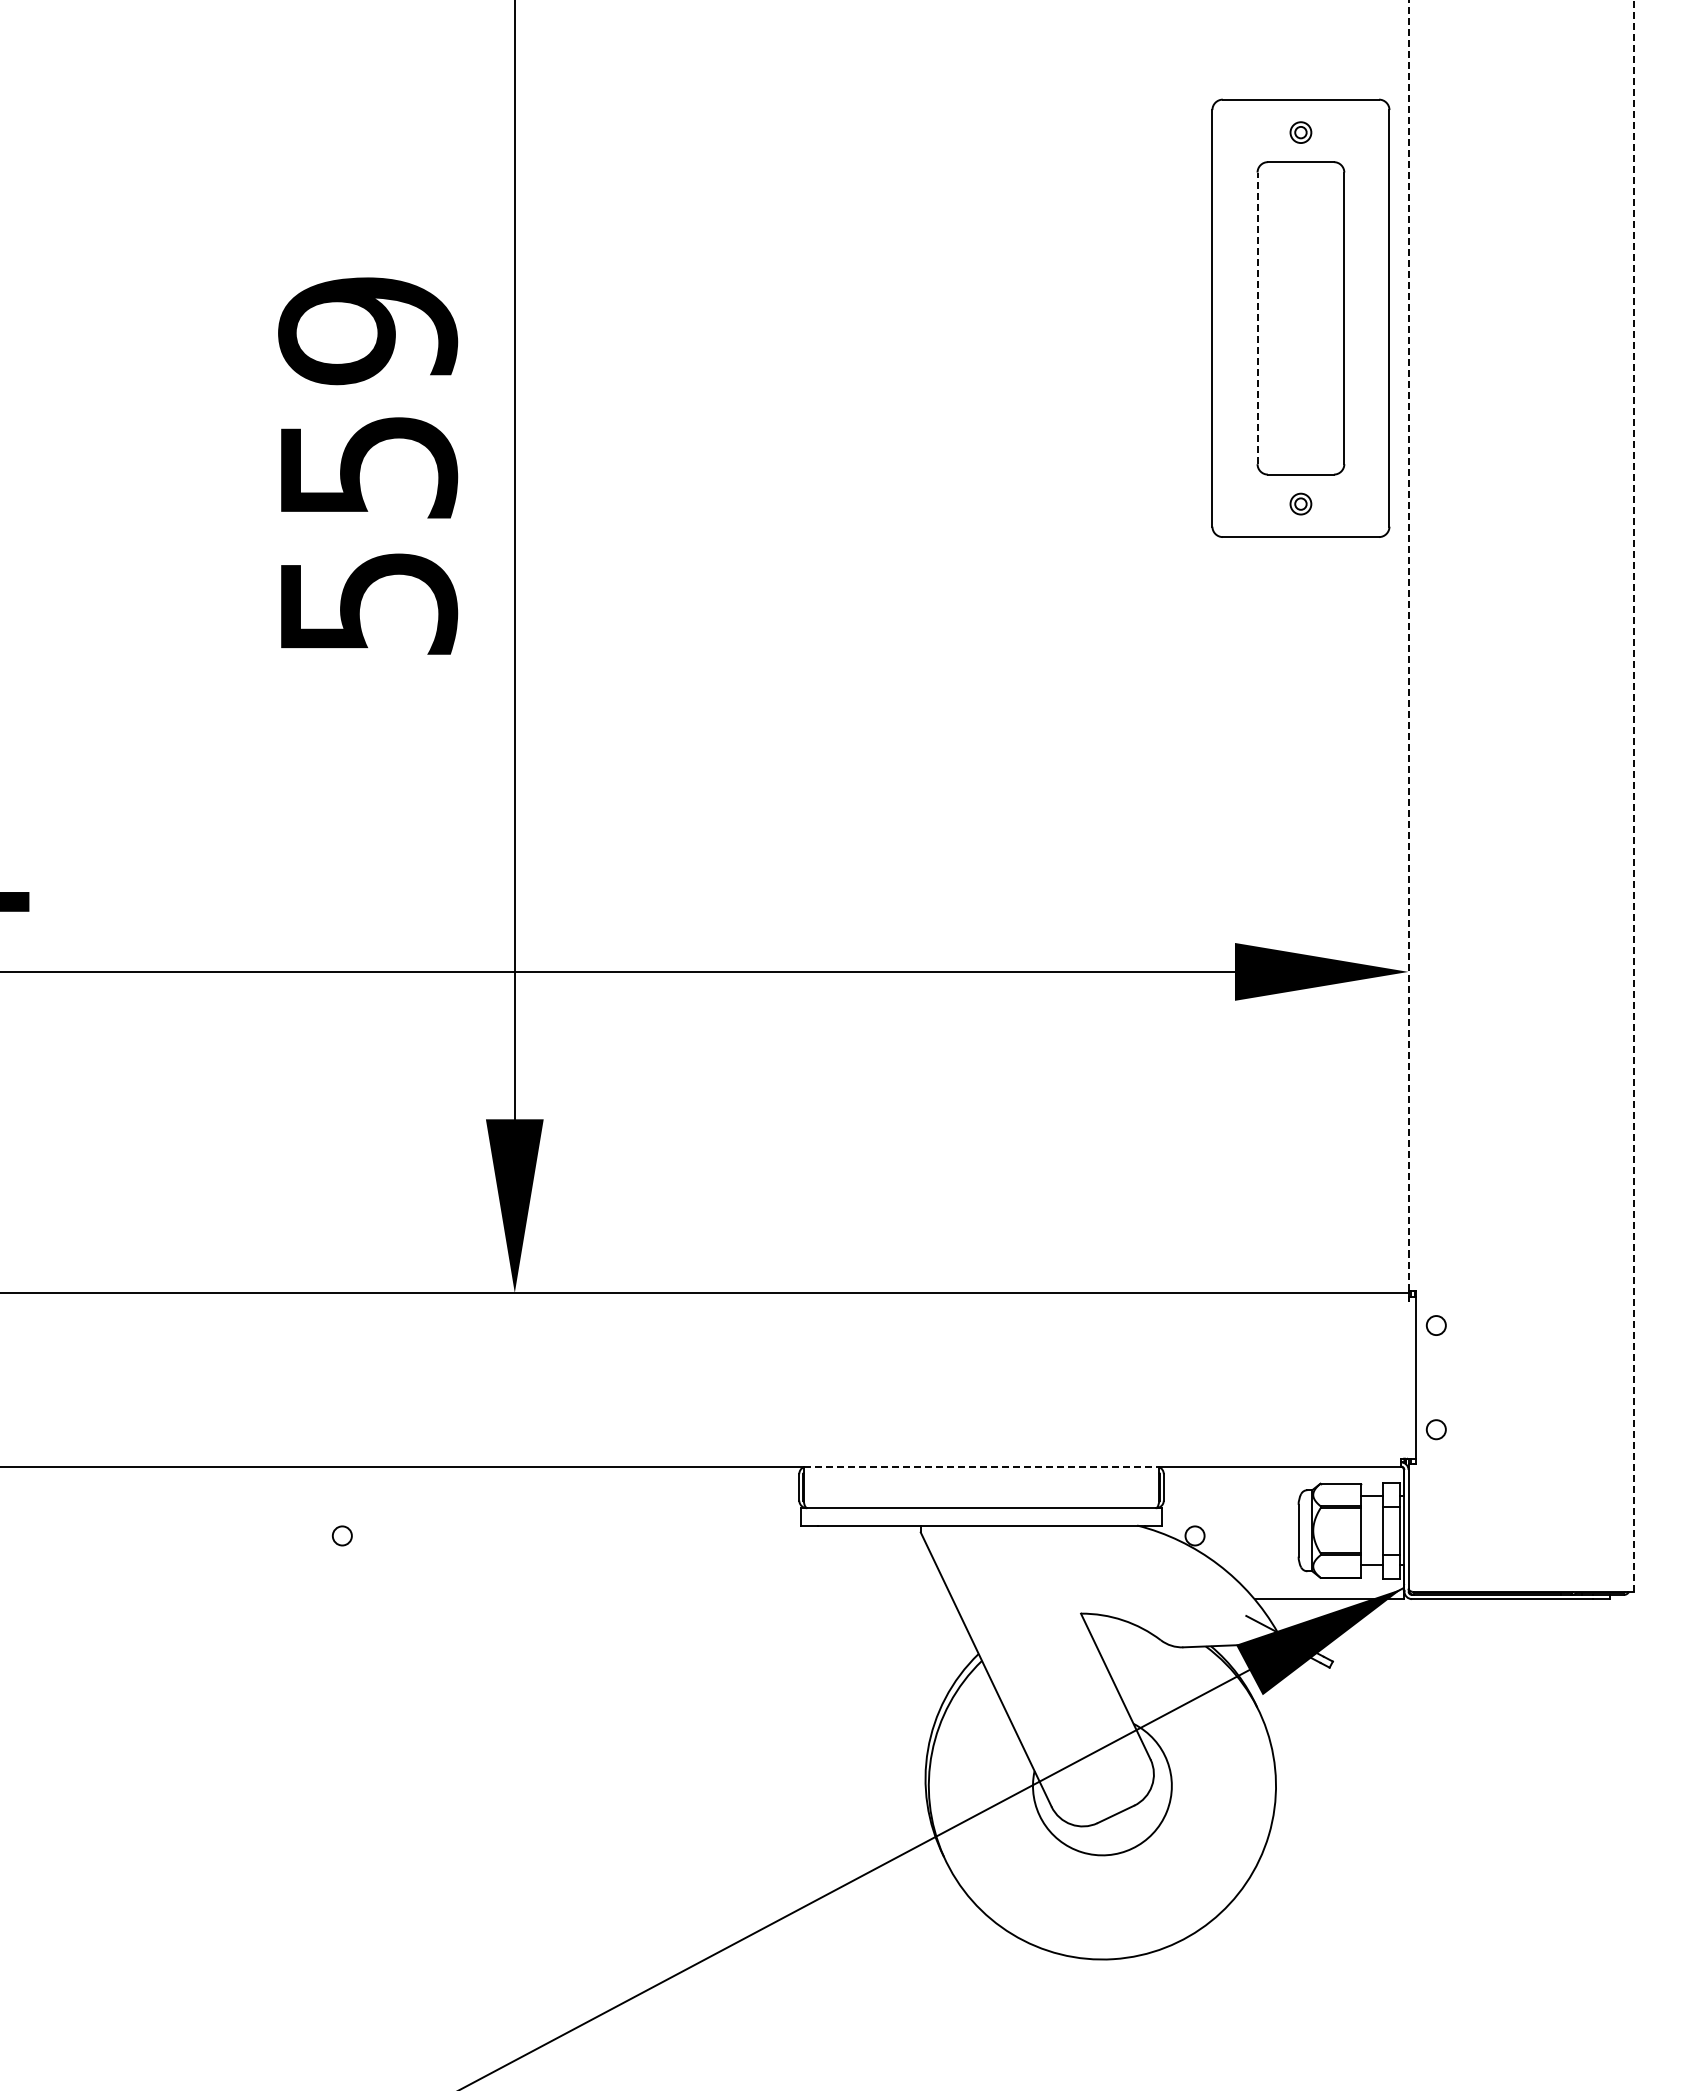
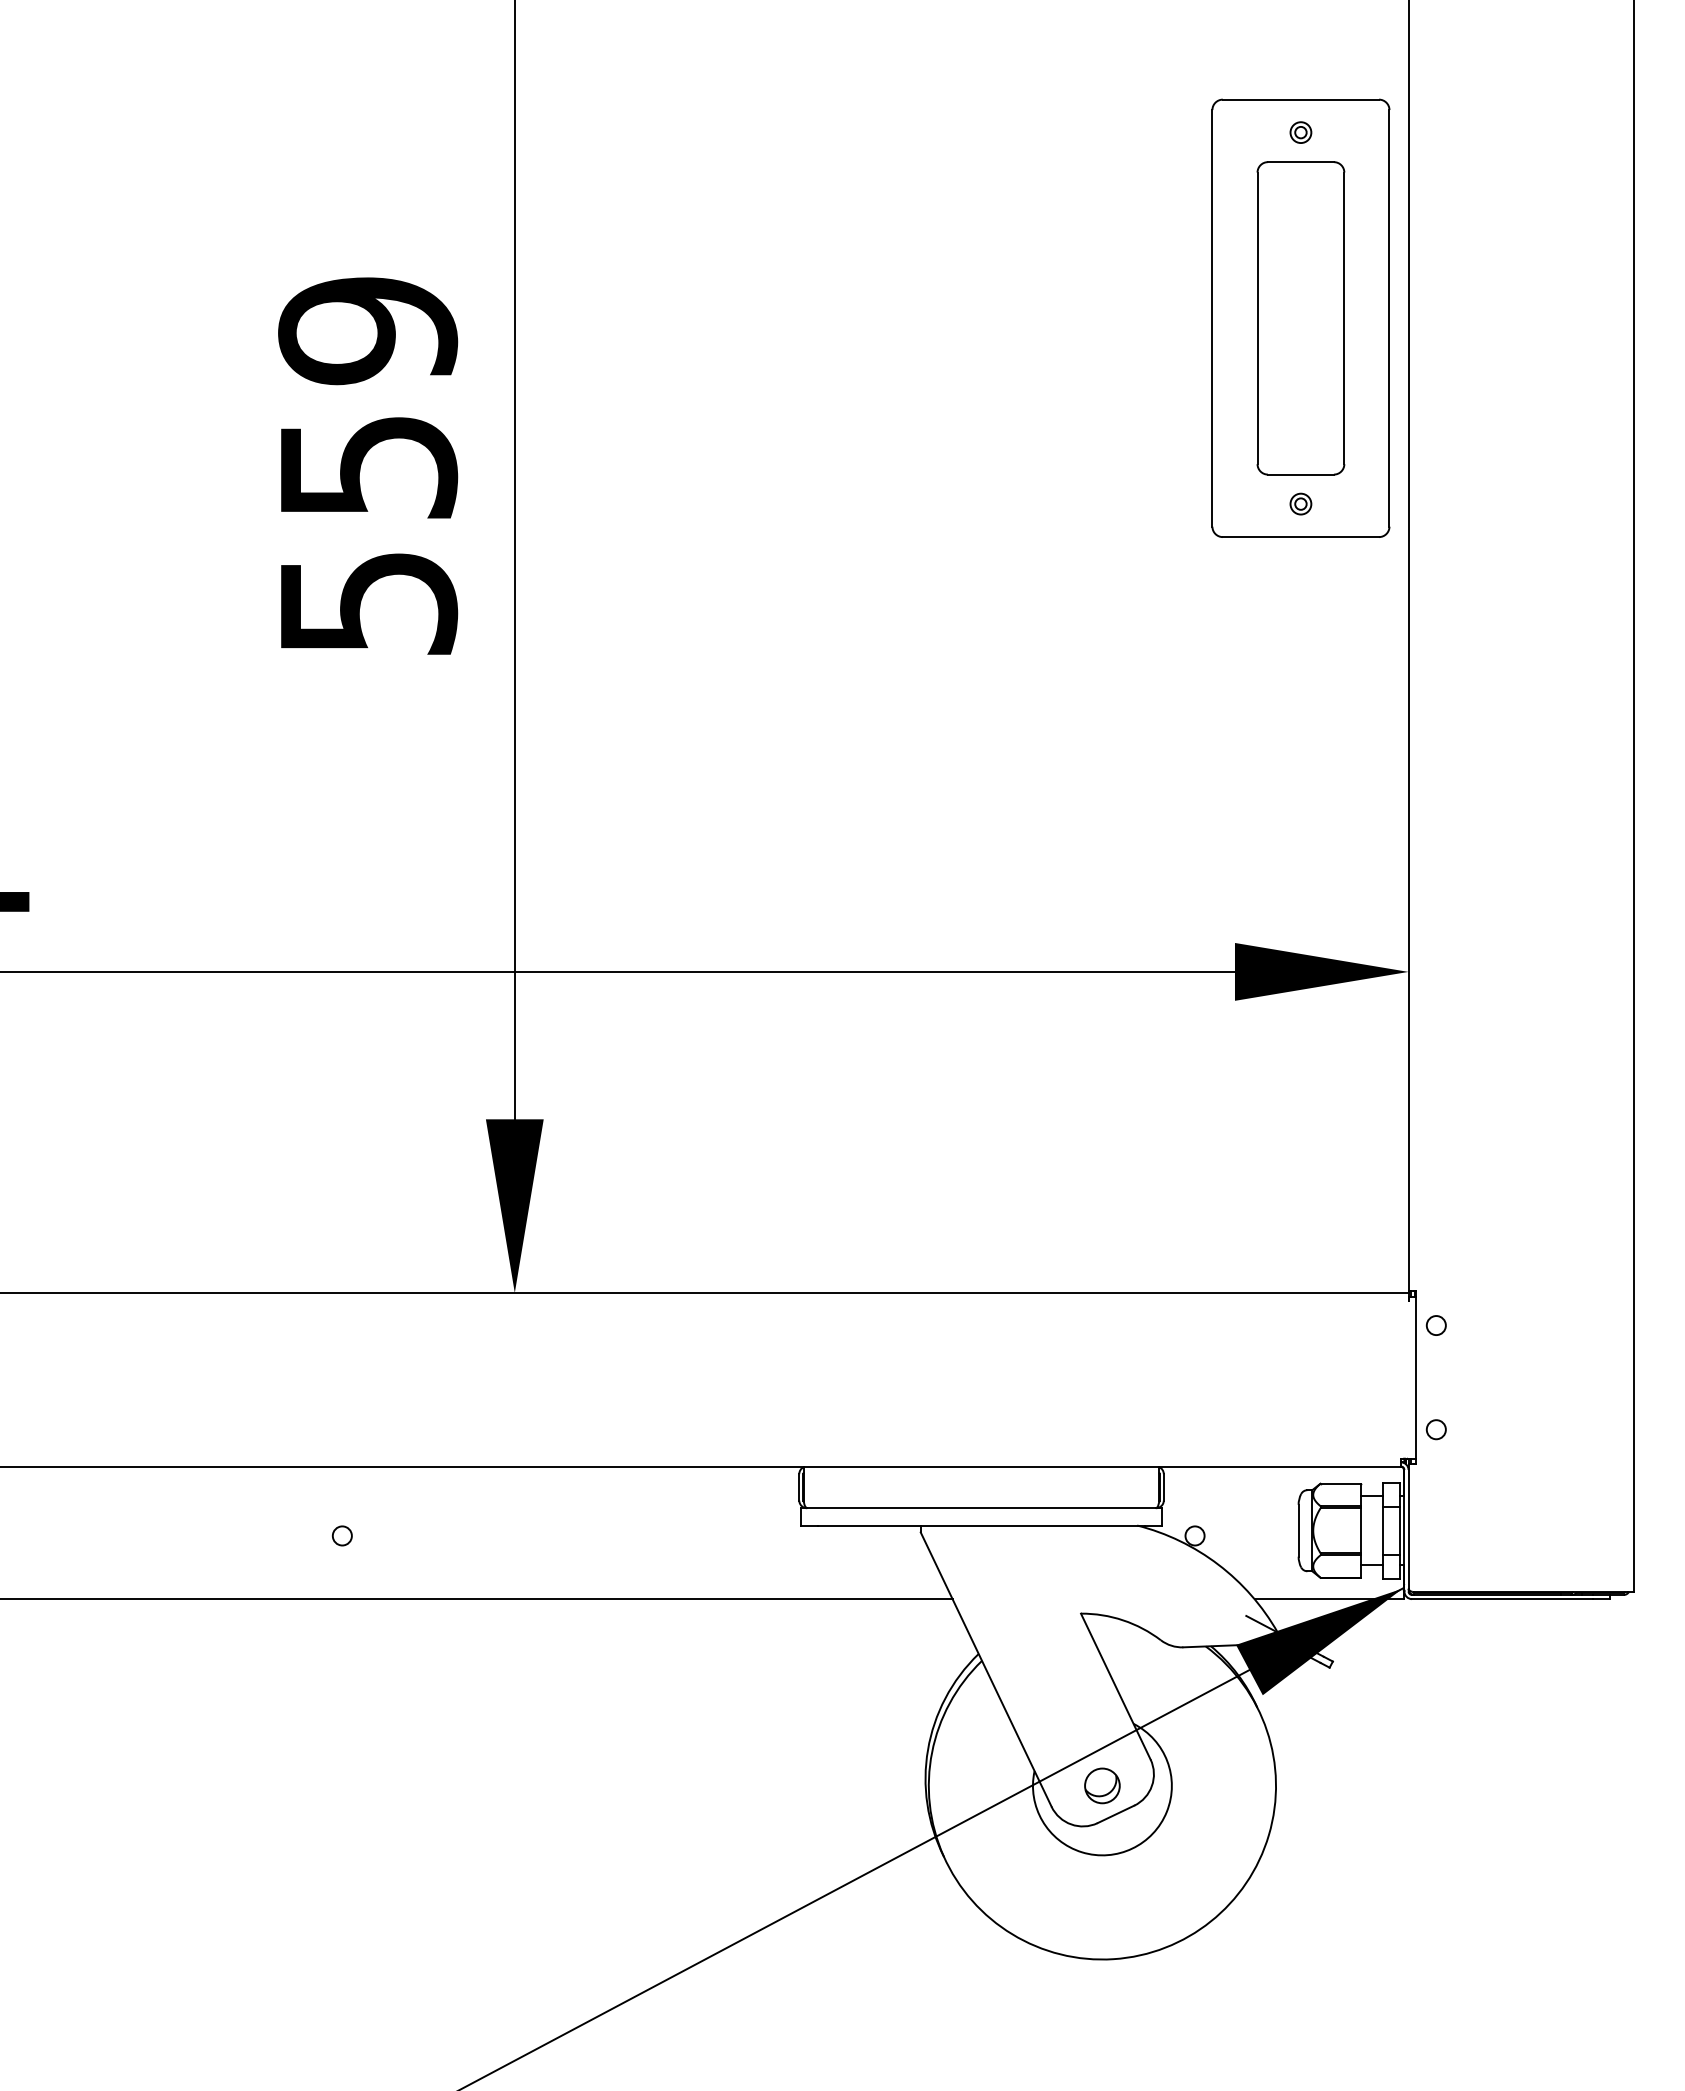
line at (1257, 318): dashed -> solid
line at (1408, 645): dashed -> solid
line at (1634, 796): dashed -> solid
line at (981, 1466): dashed -> solid
line at (477, 1599): none -> present
part at (1102, 1785): none -> present
